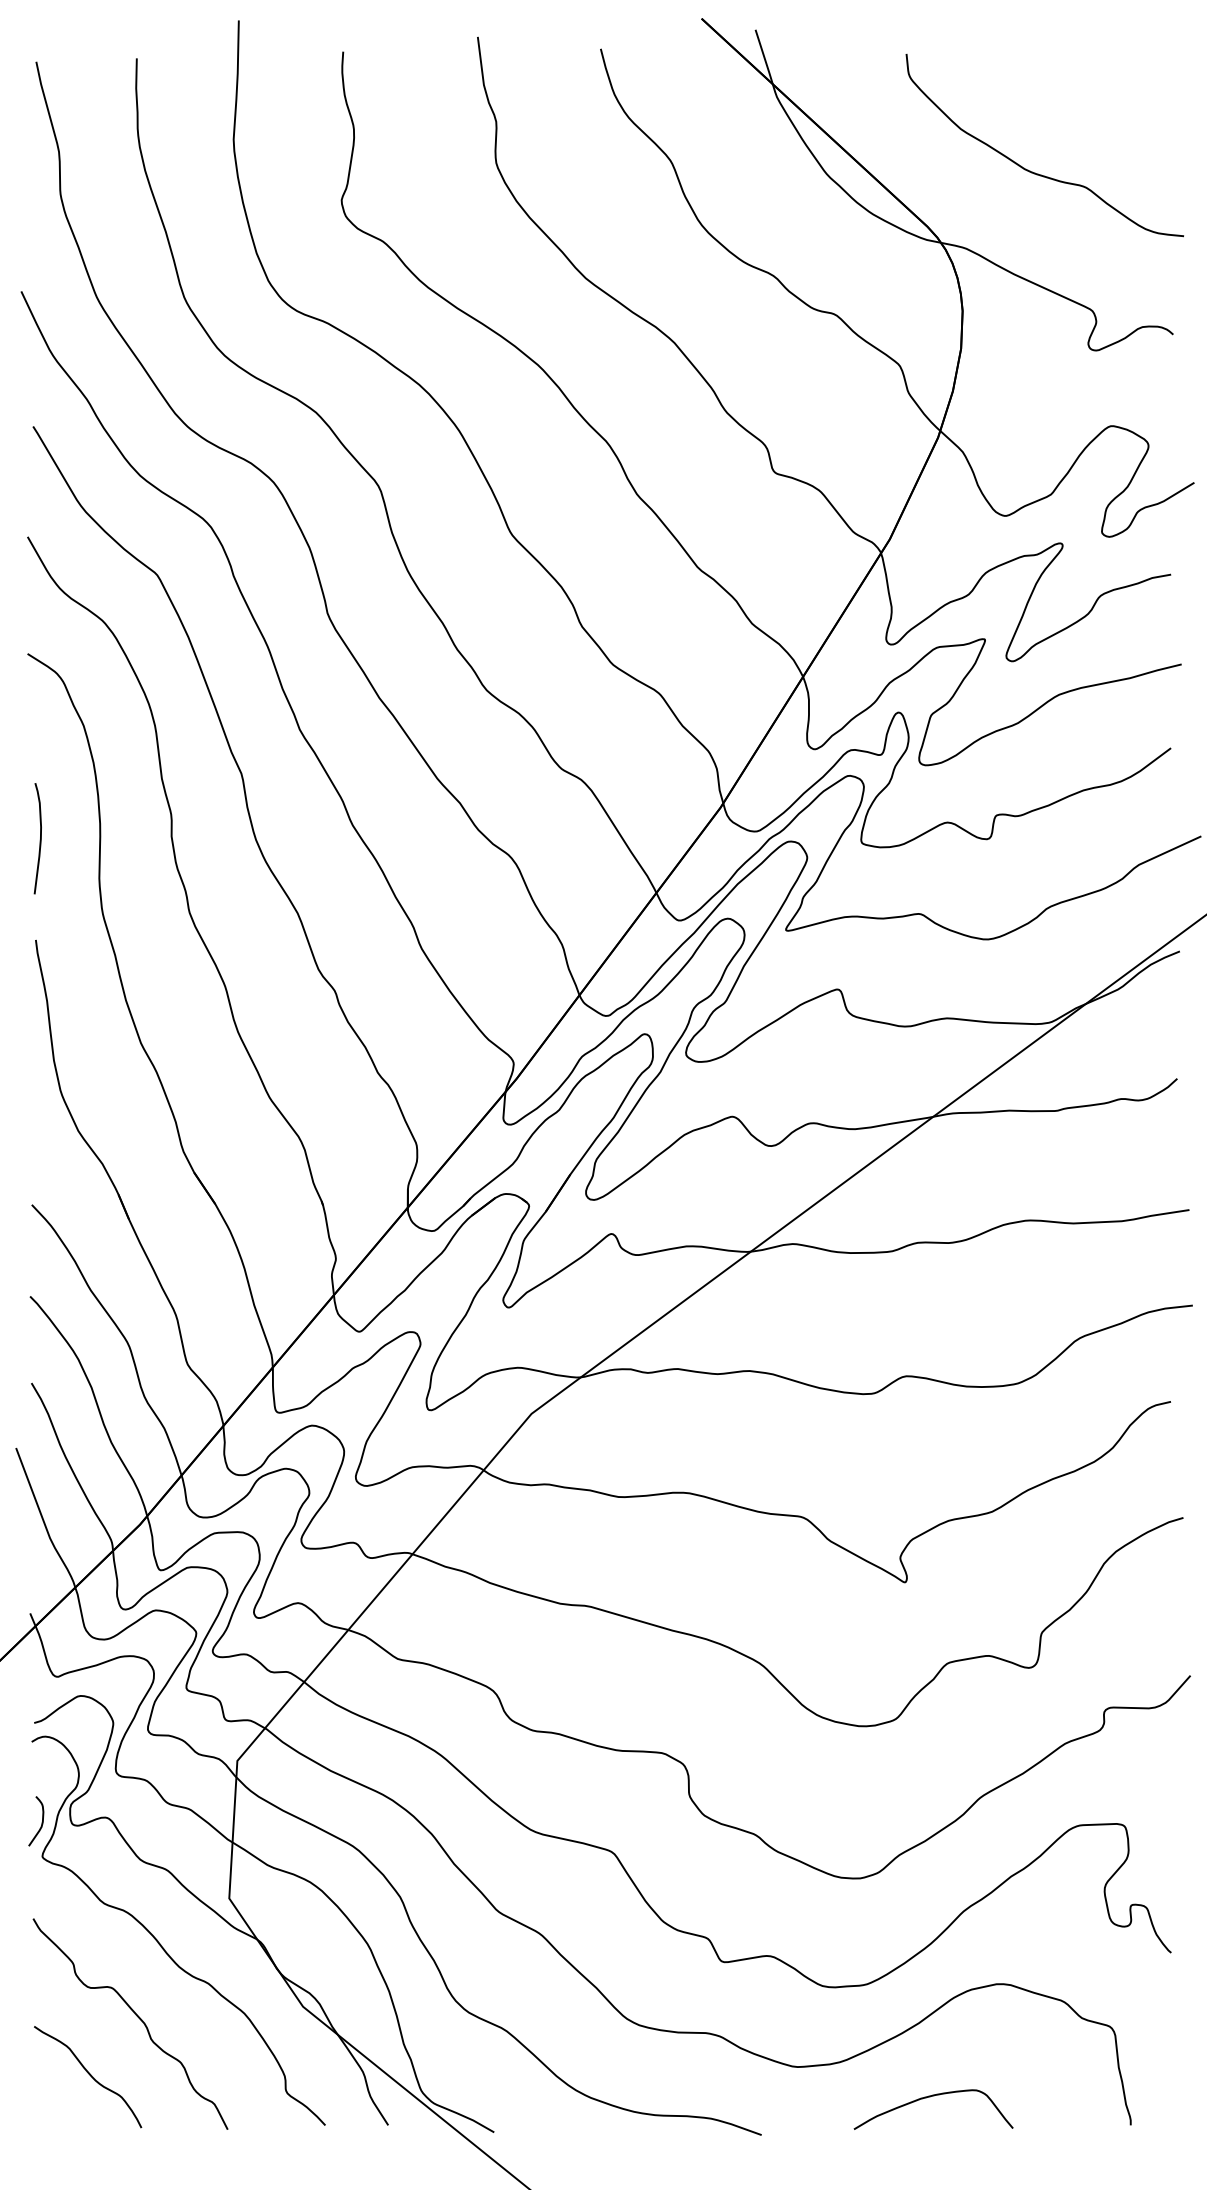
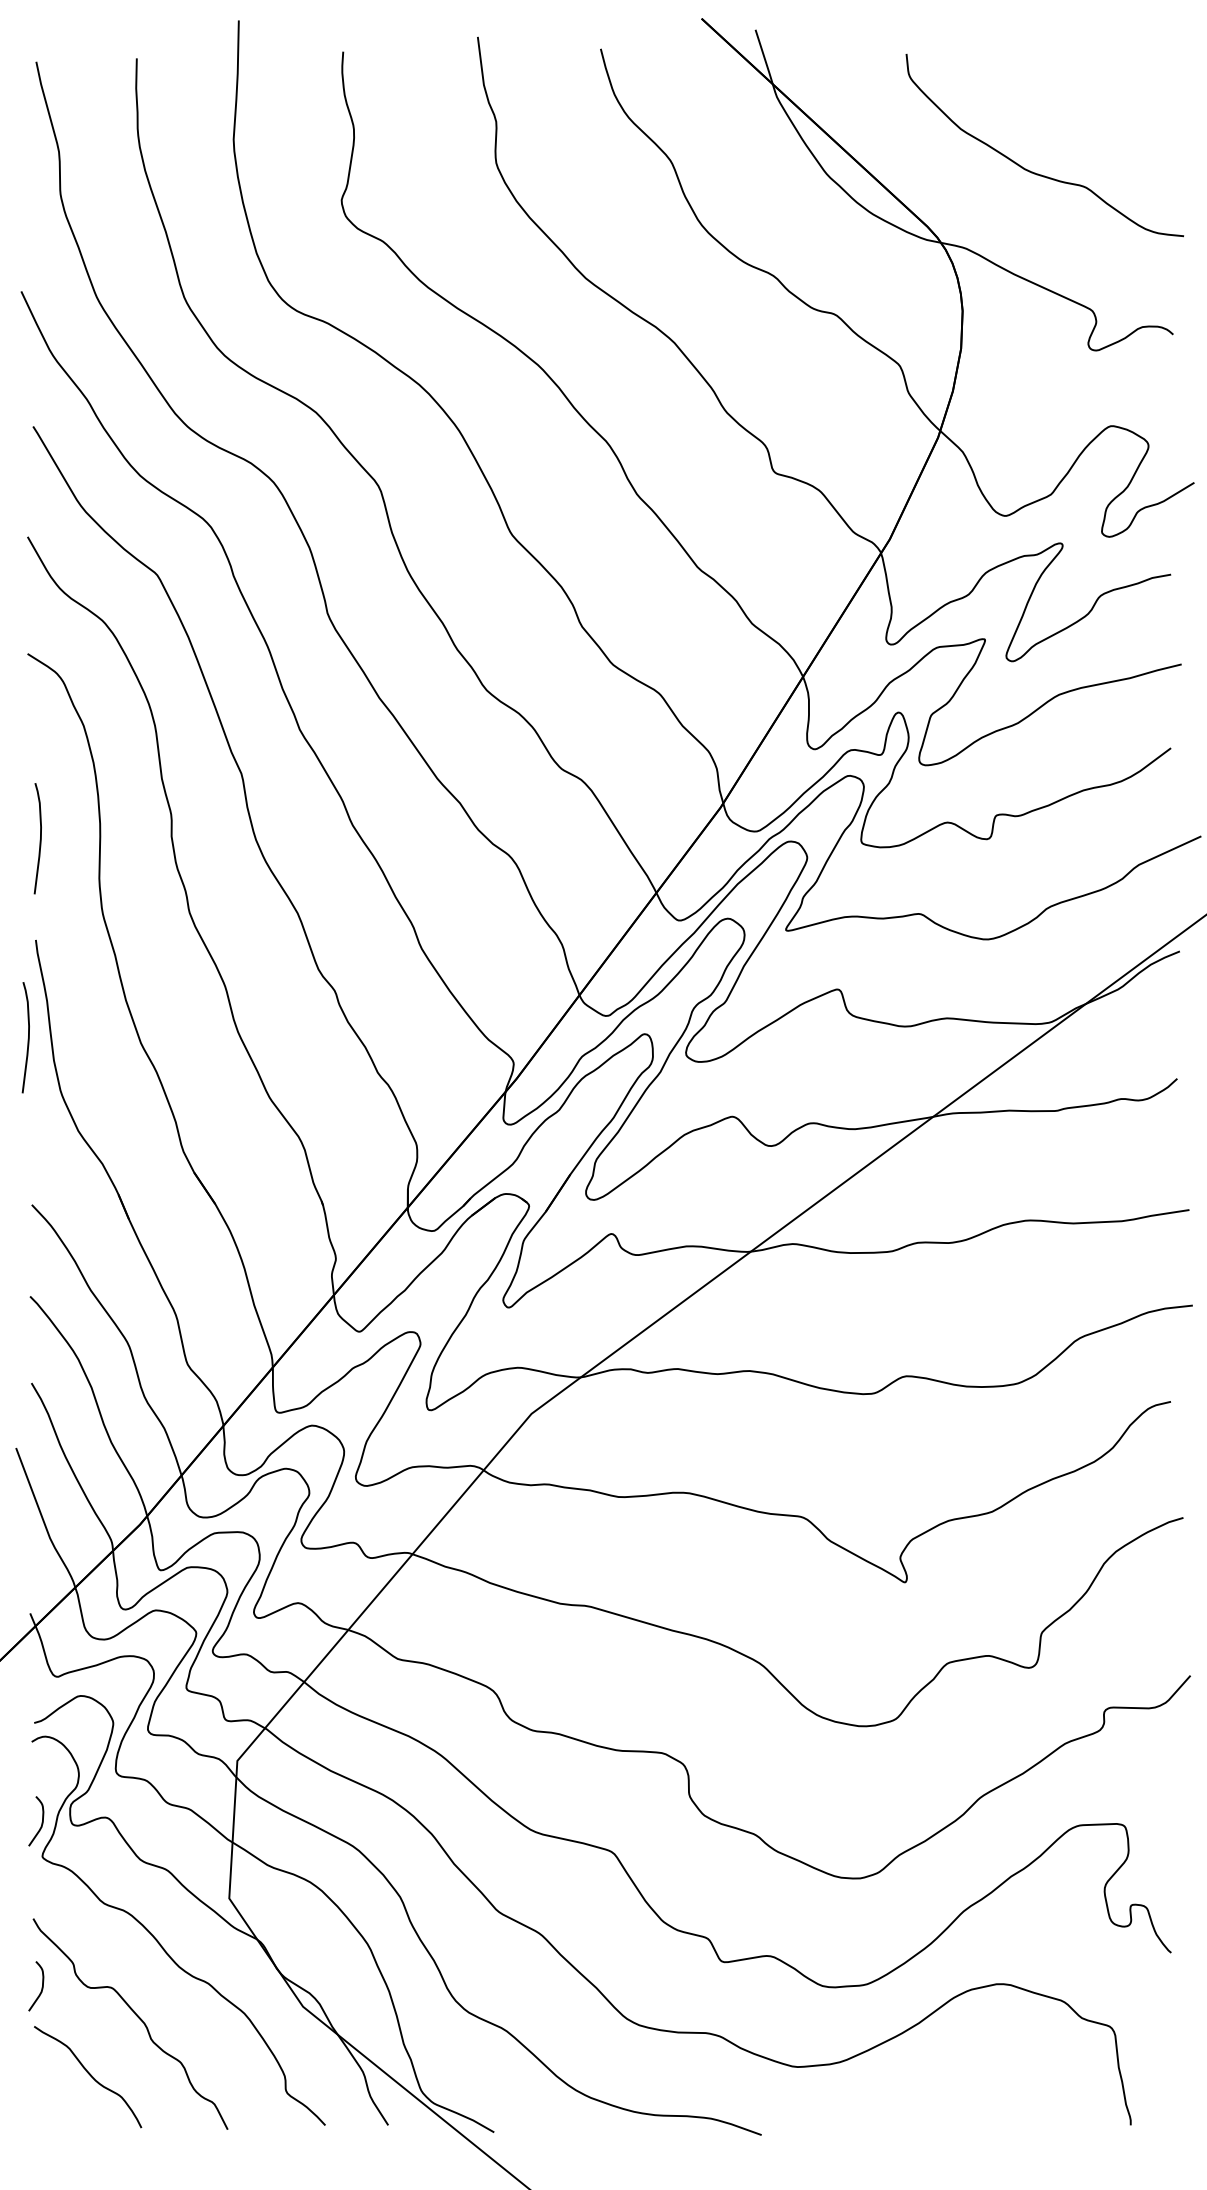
curve at (27, 1039): none -> present
curve at (41, 1987): none -> present
curve at (930, 2097): present -> none
